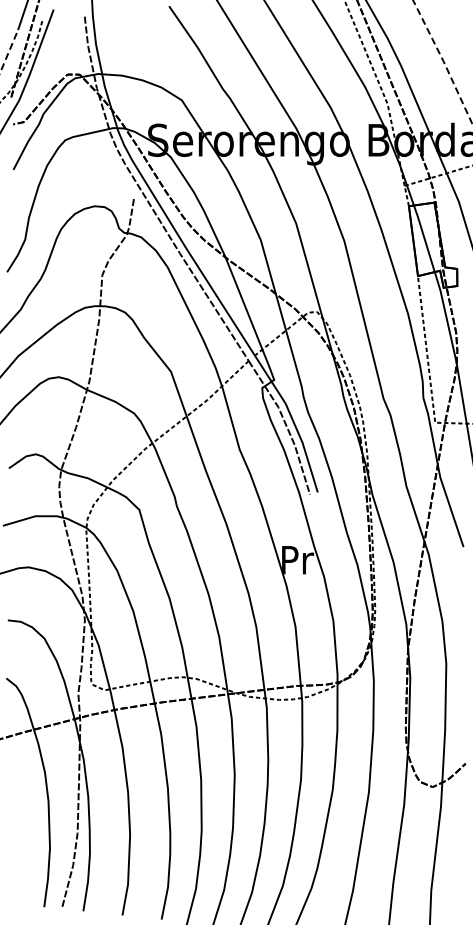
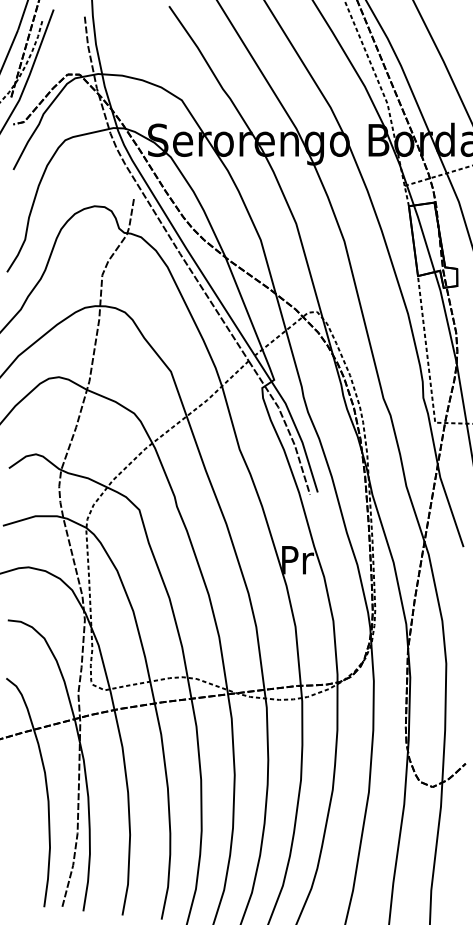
line at (9, 51): dashed -> solid
line at (443, 61): dashed -> solid
